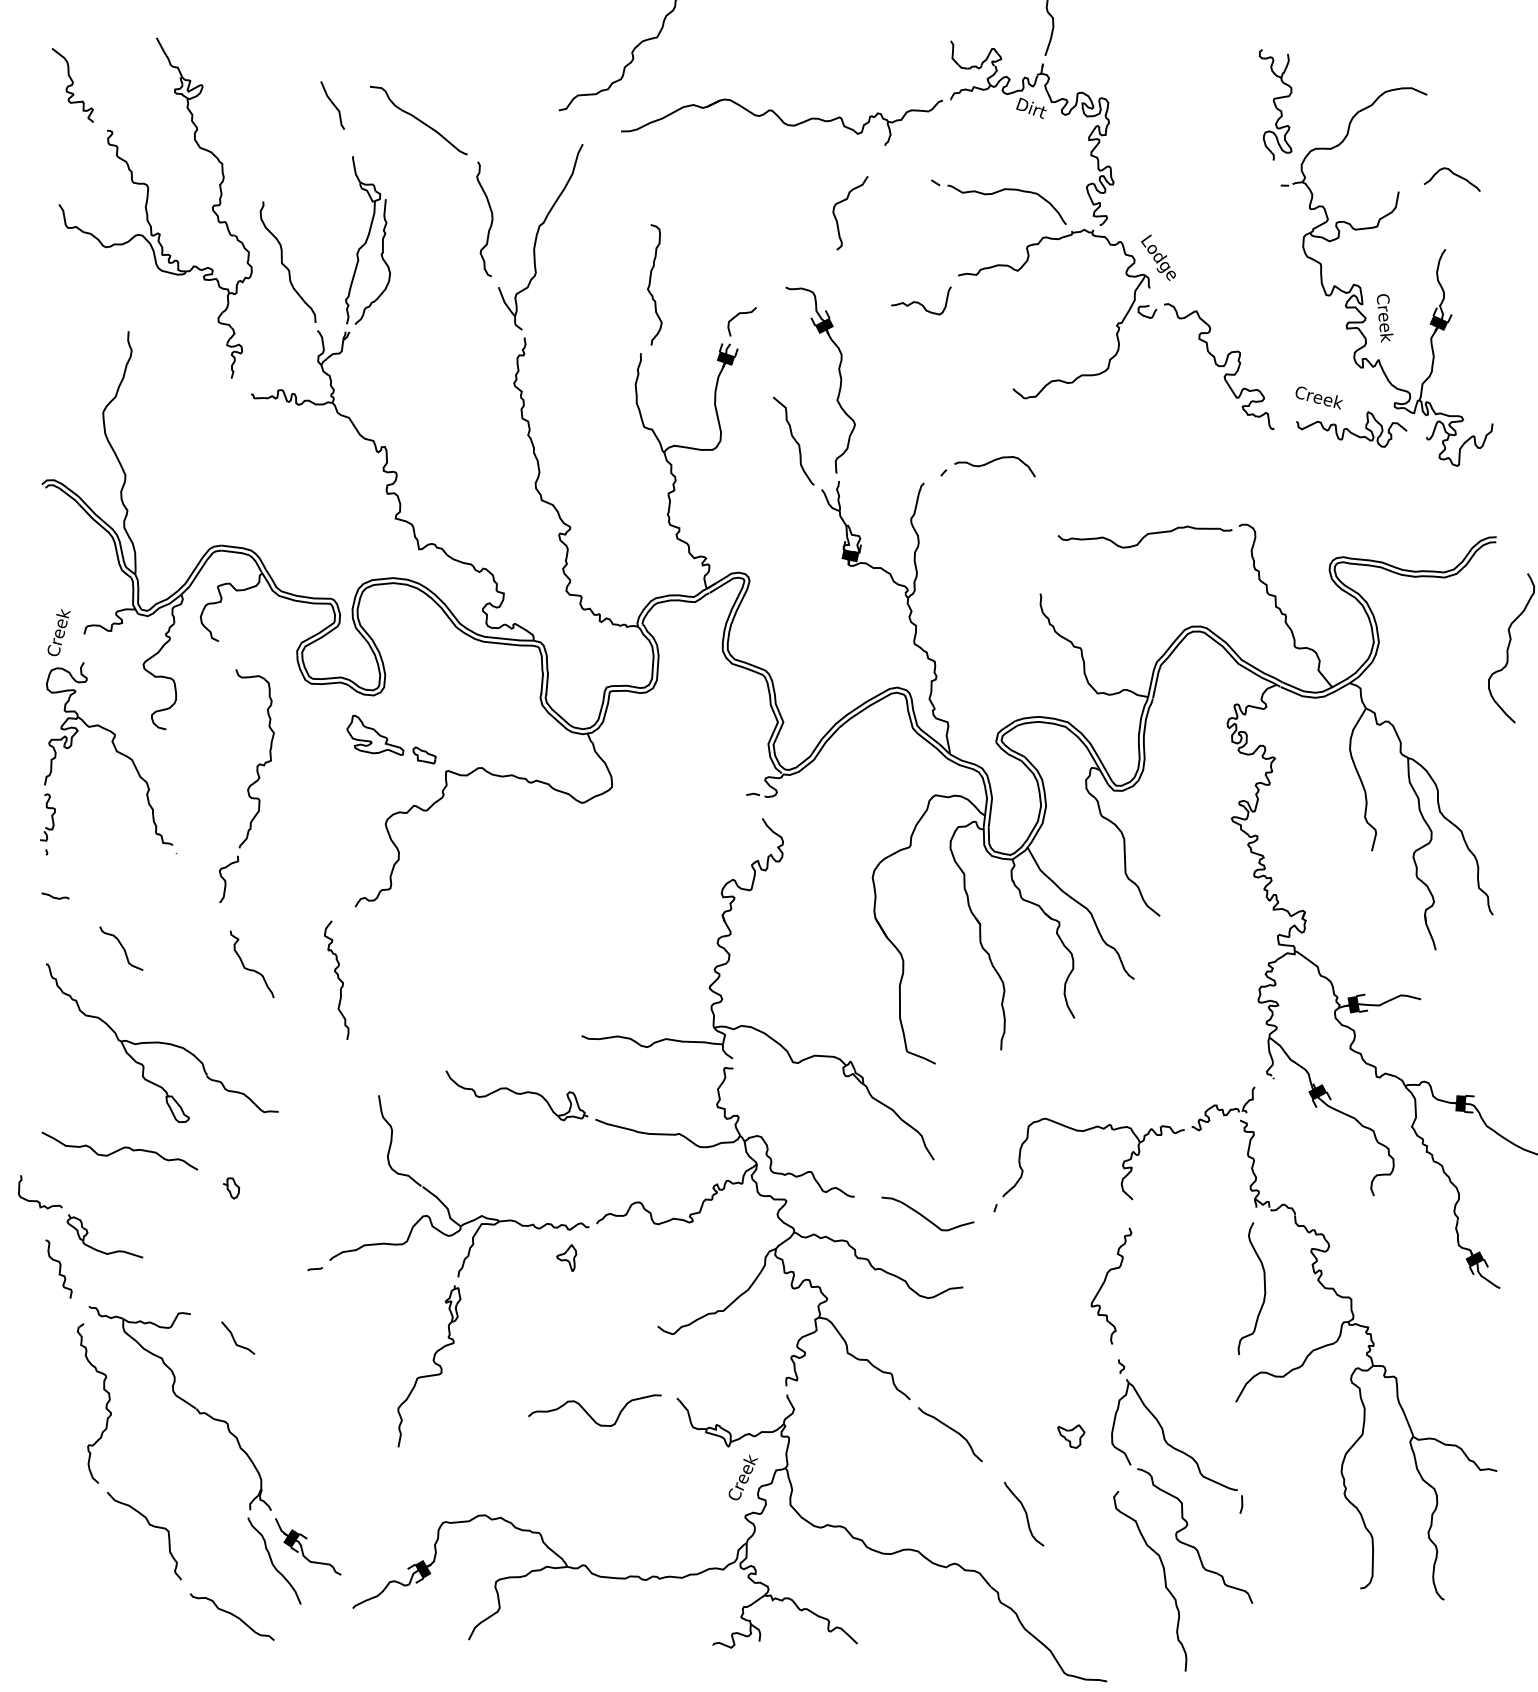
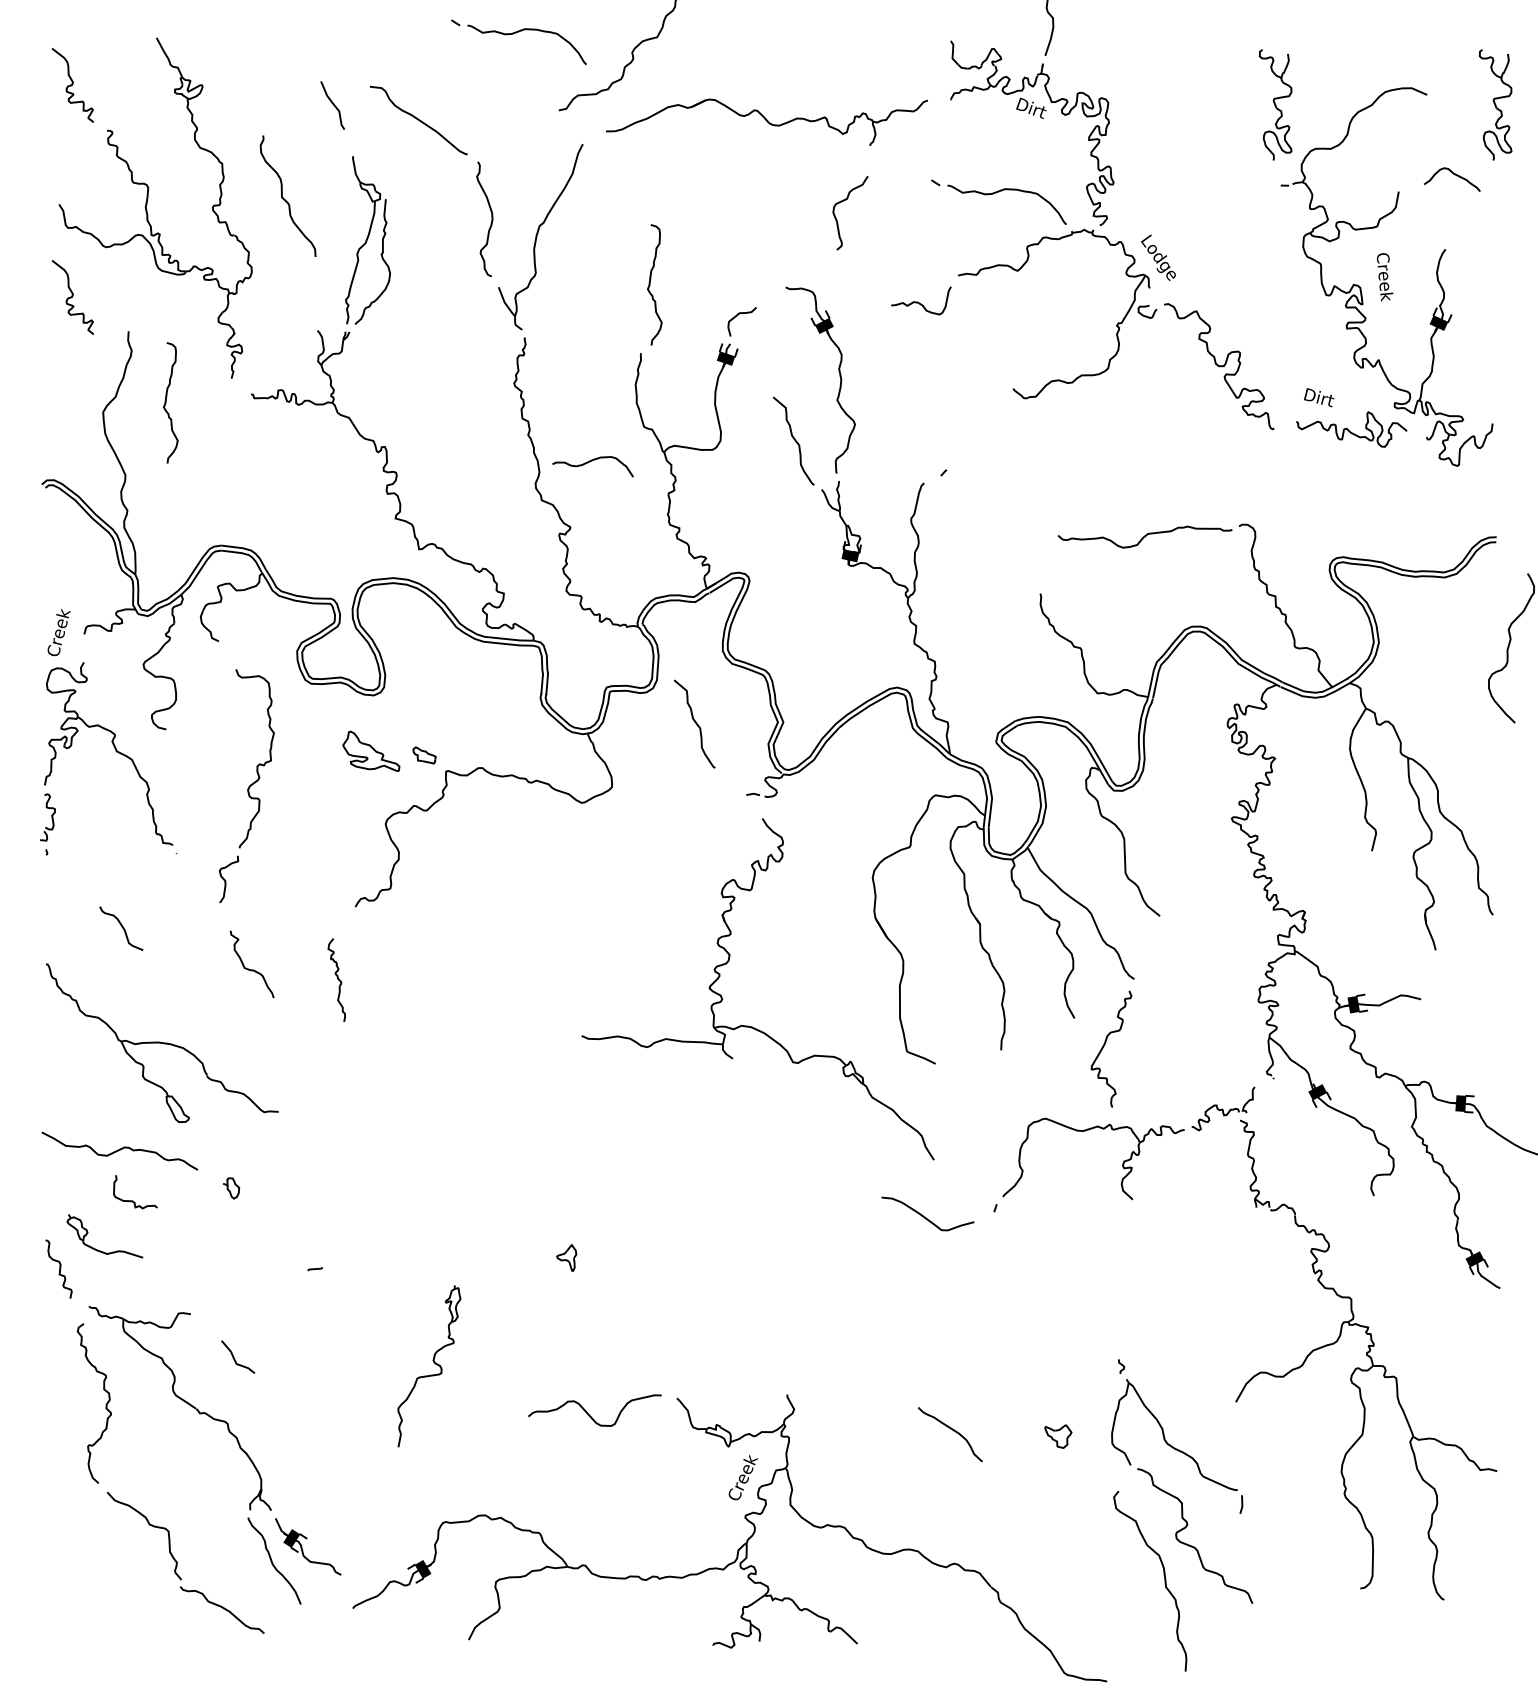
part at (516, 33): none -> present
part at (1495, 104): none -> present
part at (781, 121) position: (781, 121) -> (766, 121)
curve at (284, 264) position: (284, 264) -> (284, 198)
curve at (72, 297): none -> present
text at (1384, 318) position: (1384, 318) -> (1384, 277)
text at (1318, 397): Creek -> Dirt
curve at (166, 402): none -> present
part at (994, 466) position: (994, 466) -> (592, 466)
curve at (694, 722): none -> present
part at (375, 734) position: (375, 734) -> (371, 750)
curve at (54, 896): present -> none
curve at (121, 947) position: (121, 947) -> (121, 927)
part at (336, 979) size: 26x120 px -> 19x84 px
curve at (38, 1200) position: (38, 1200) -> (133, 1200)
part at (654, 1224): present -> none
curve at (1105, 1281) position: (1105, 1281) -> (1105, 1044)
curve at (1264, 1288): present -> none
curve at (234, 1337) position: (234, 1337) -> (234, 1356)
part at (1071, 1436) position: (1071, 1436) -> (1058, 1436)
curve at (1025, 1513): present -> none
part at (231, 1616) position: (231, 1616) -> (221, 1609)
